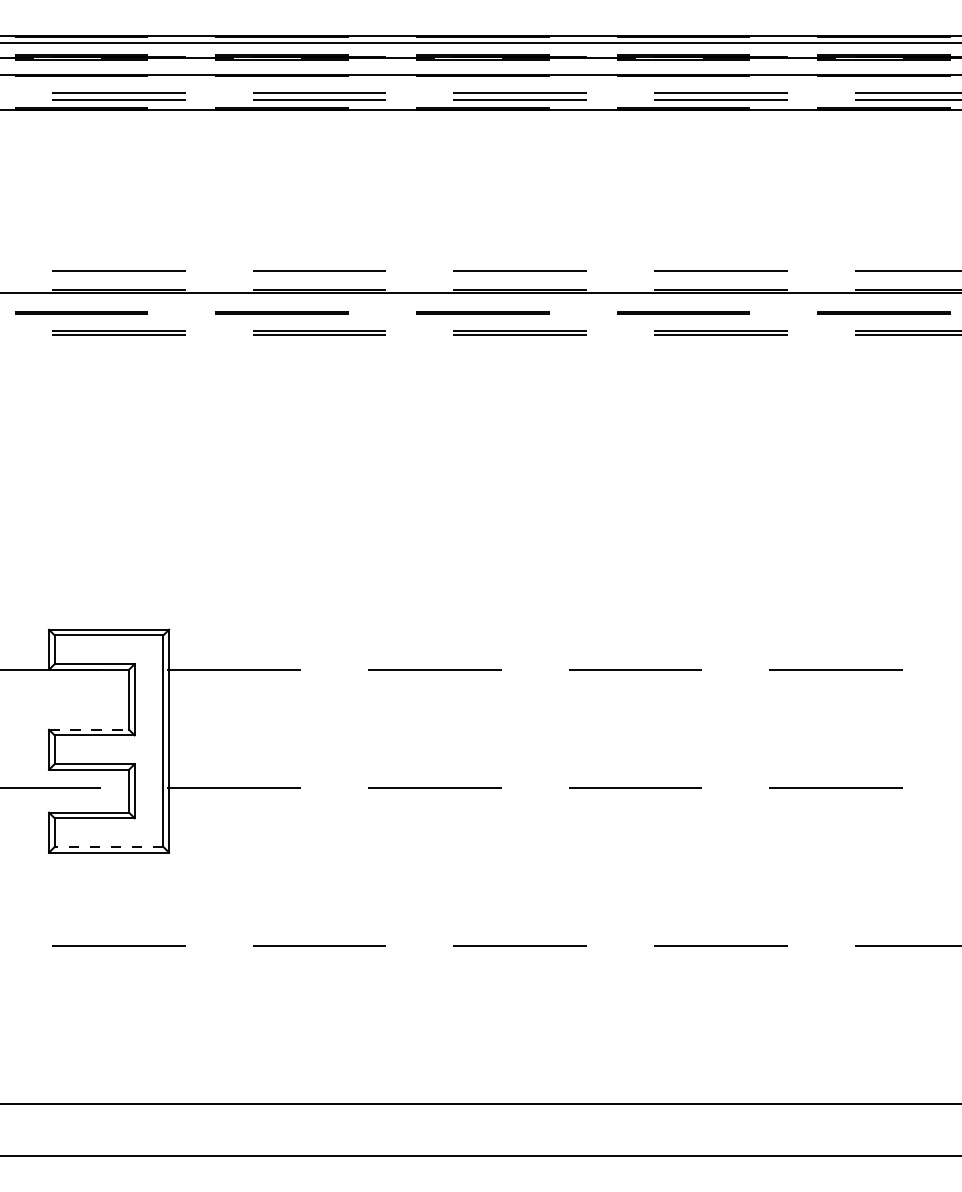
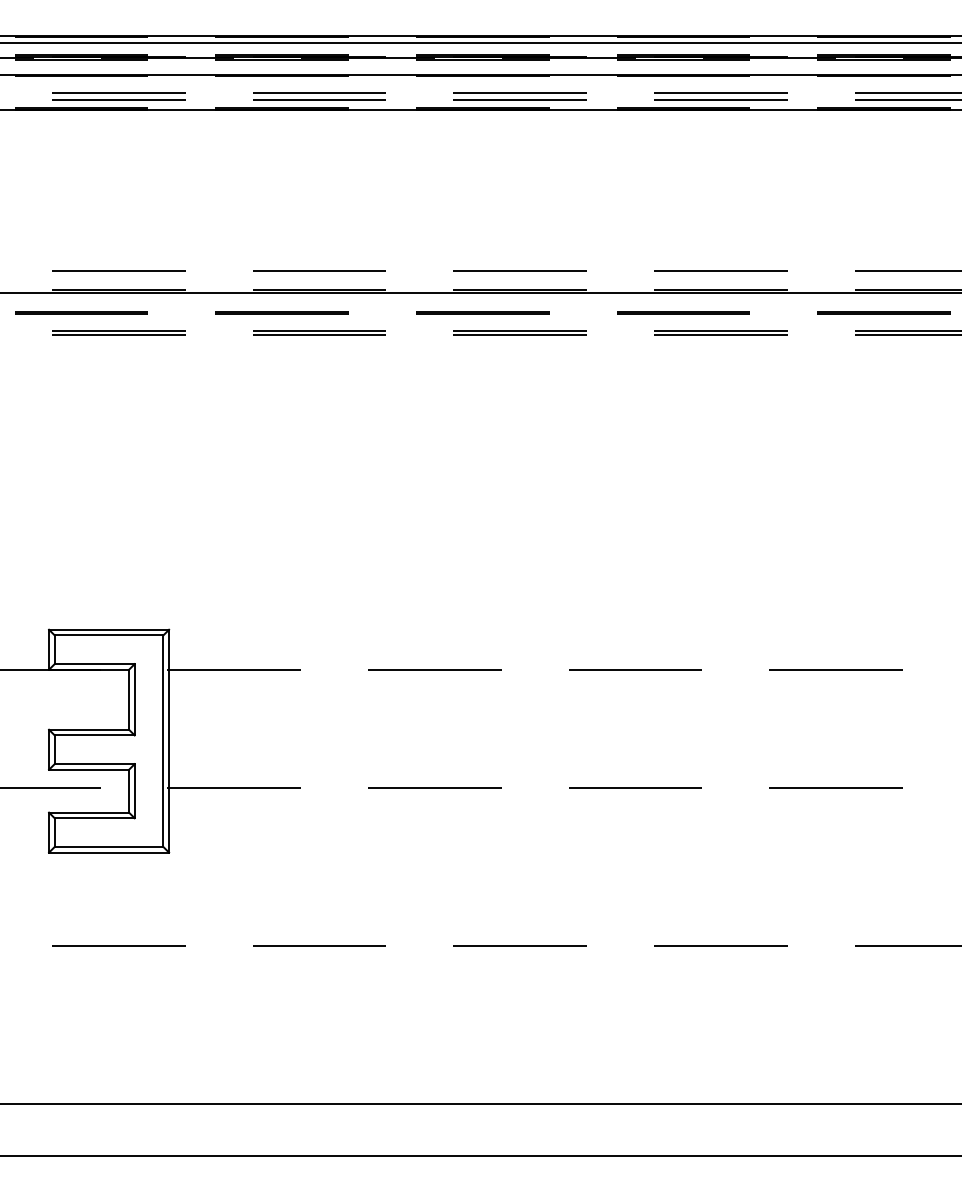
line at (89, 729): dashed -> solid
line at (108, 846): dashed -> solid
